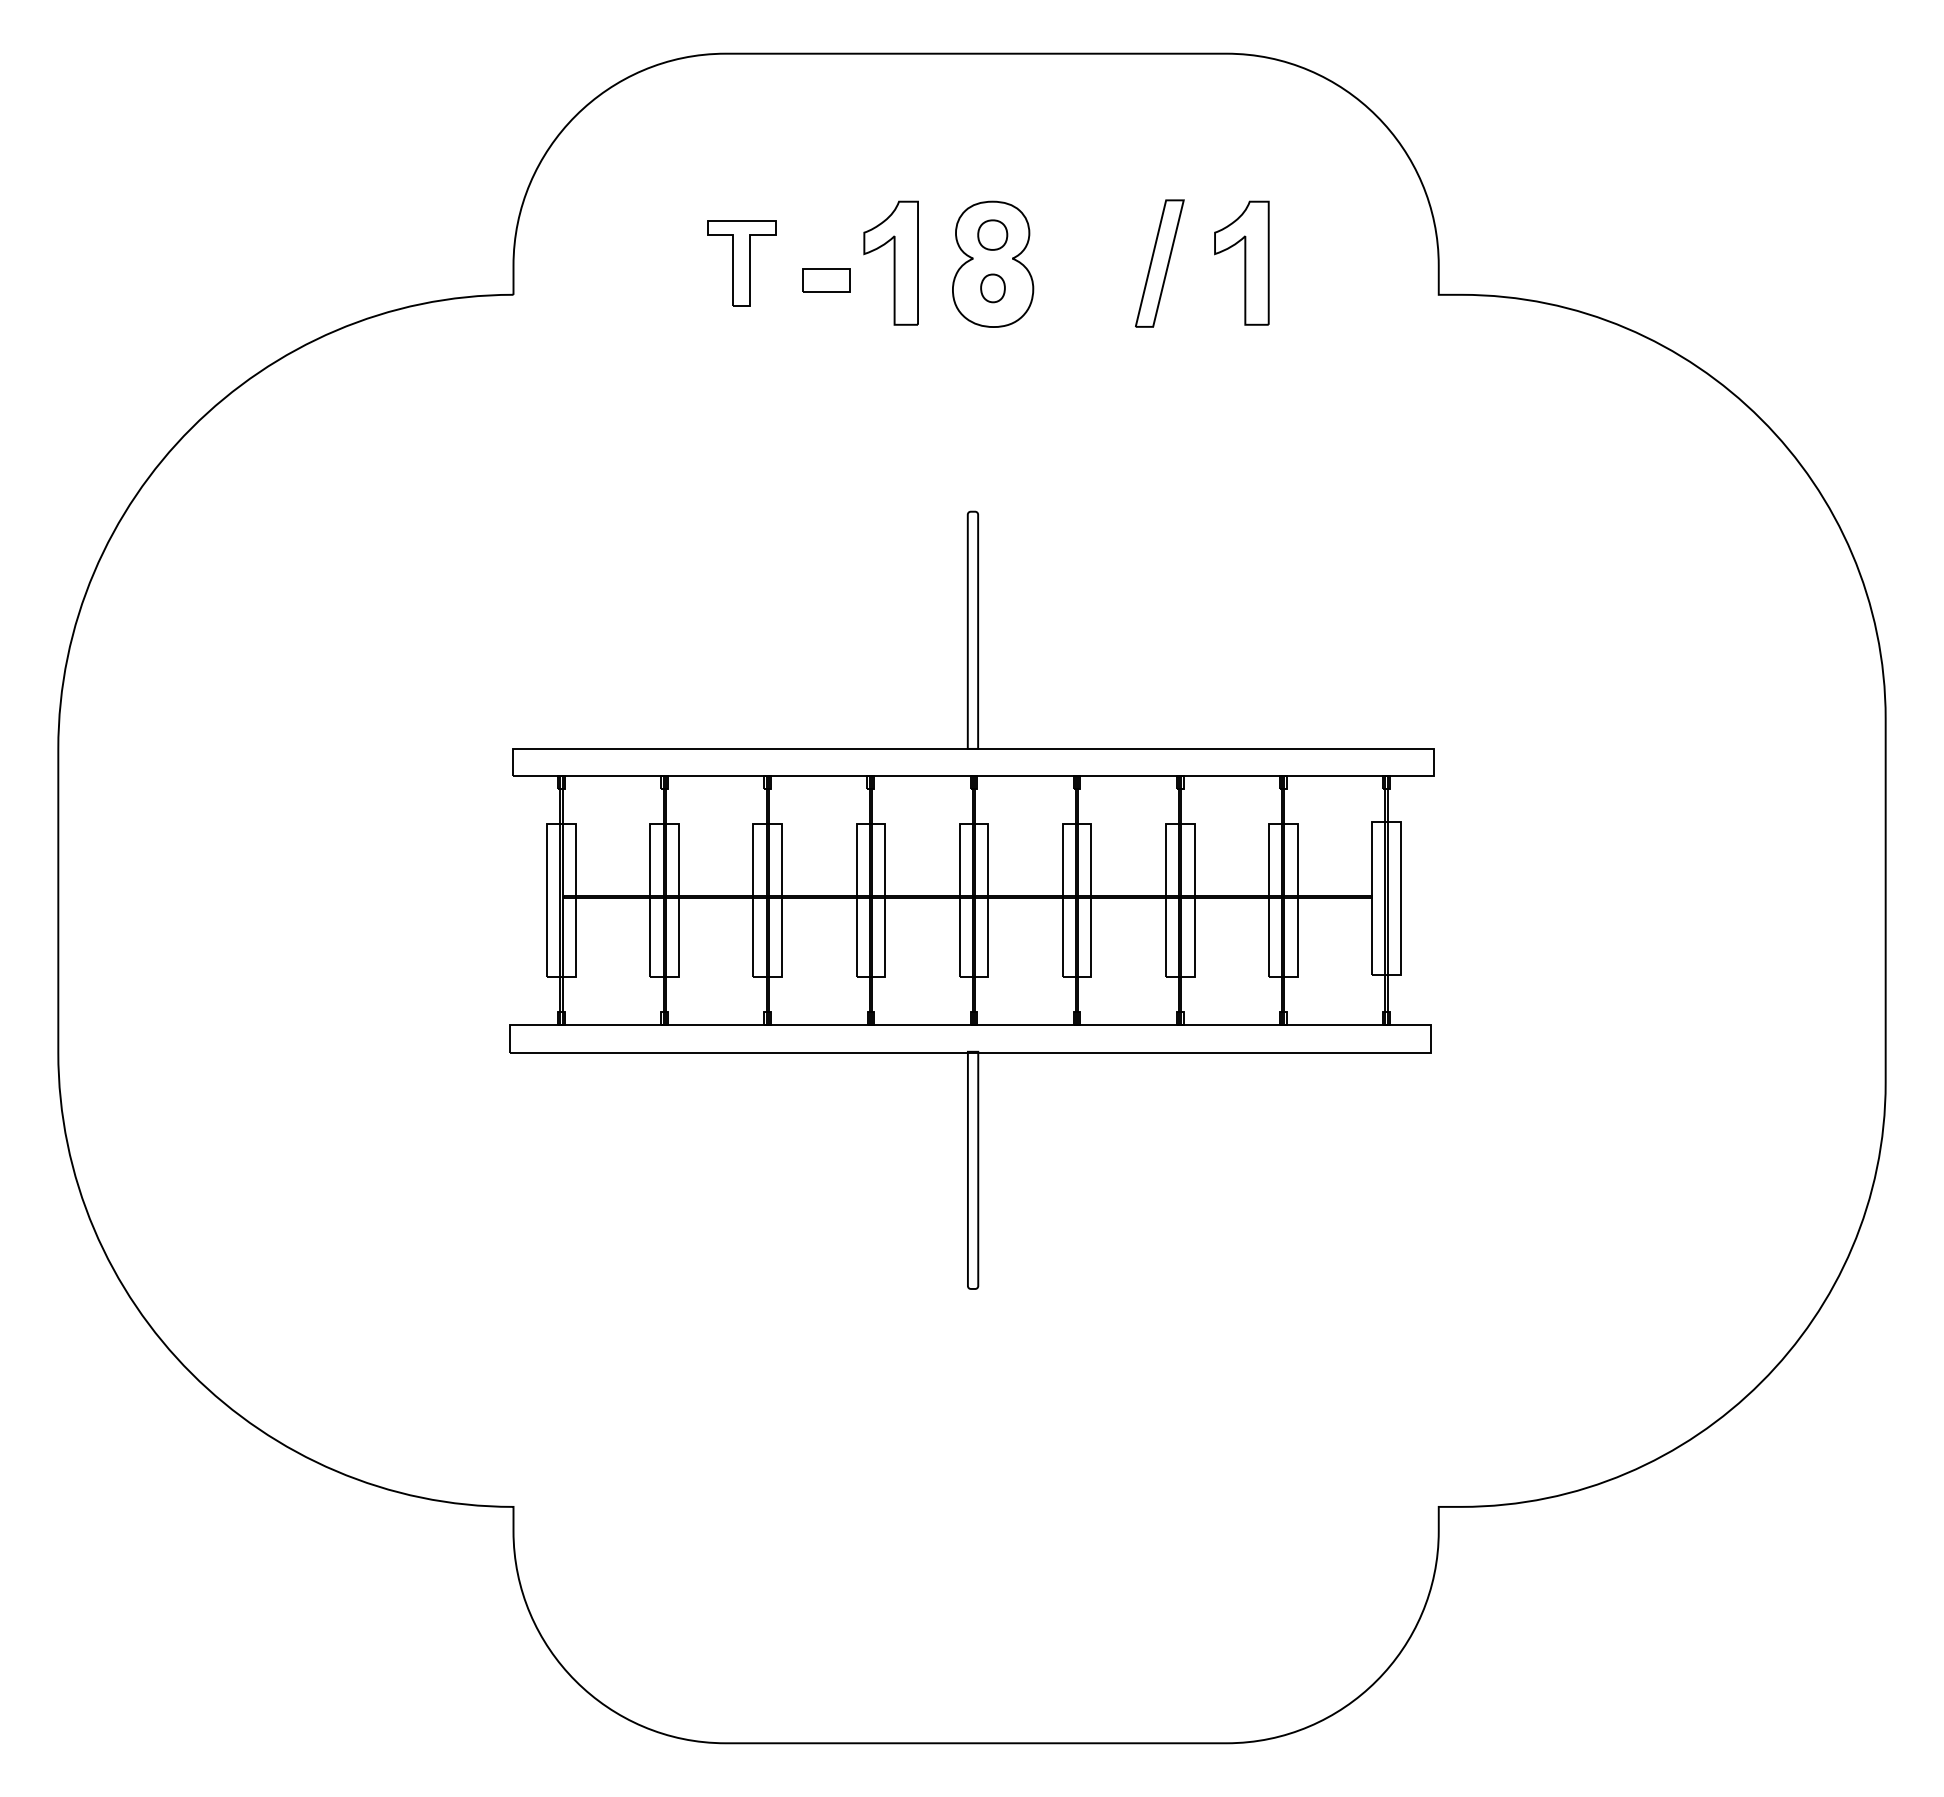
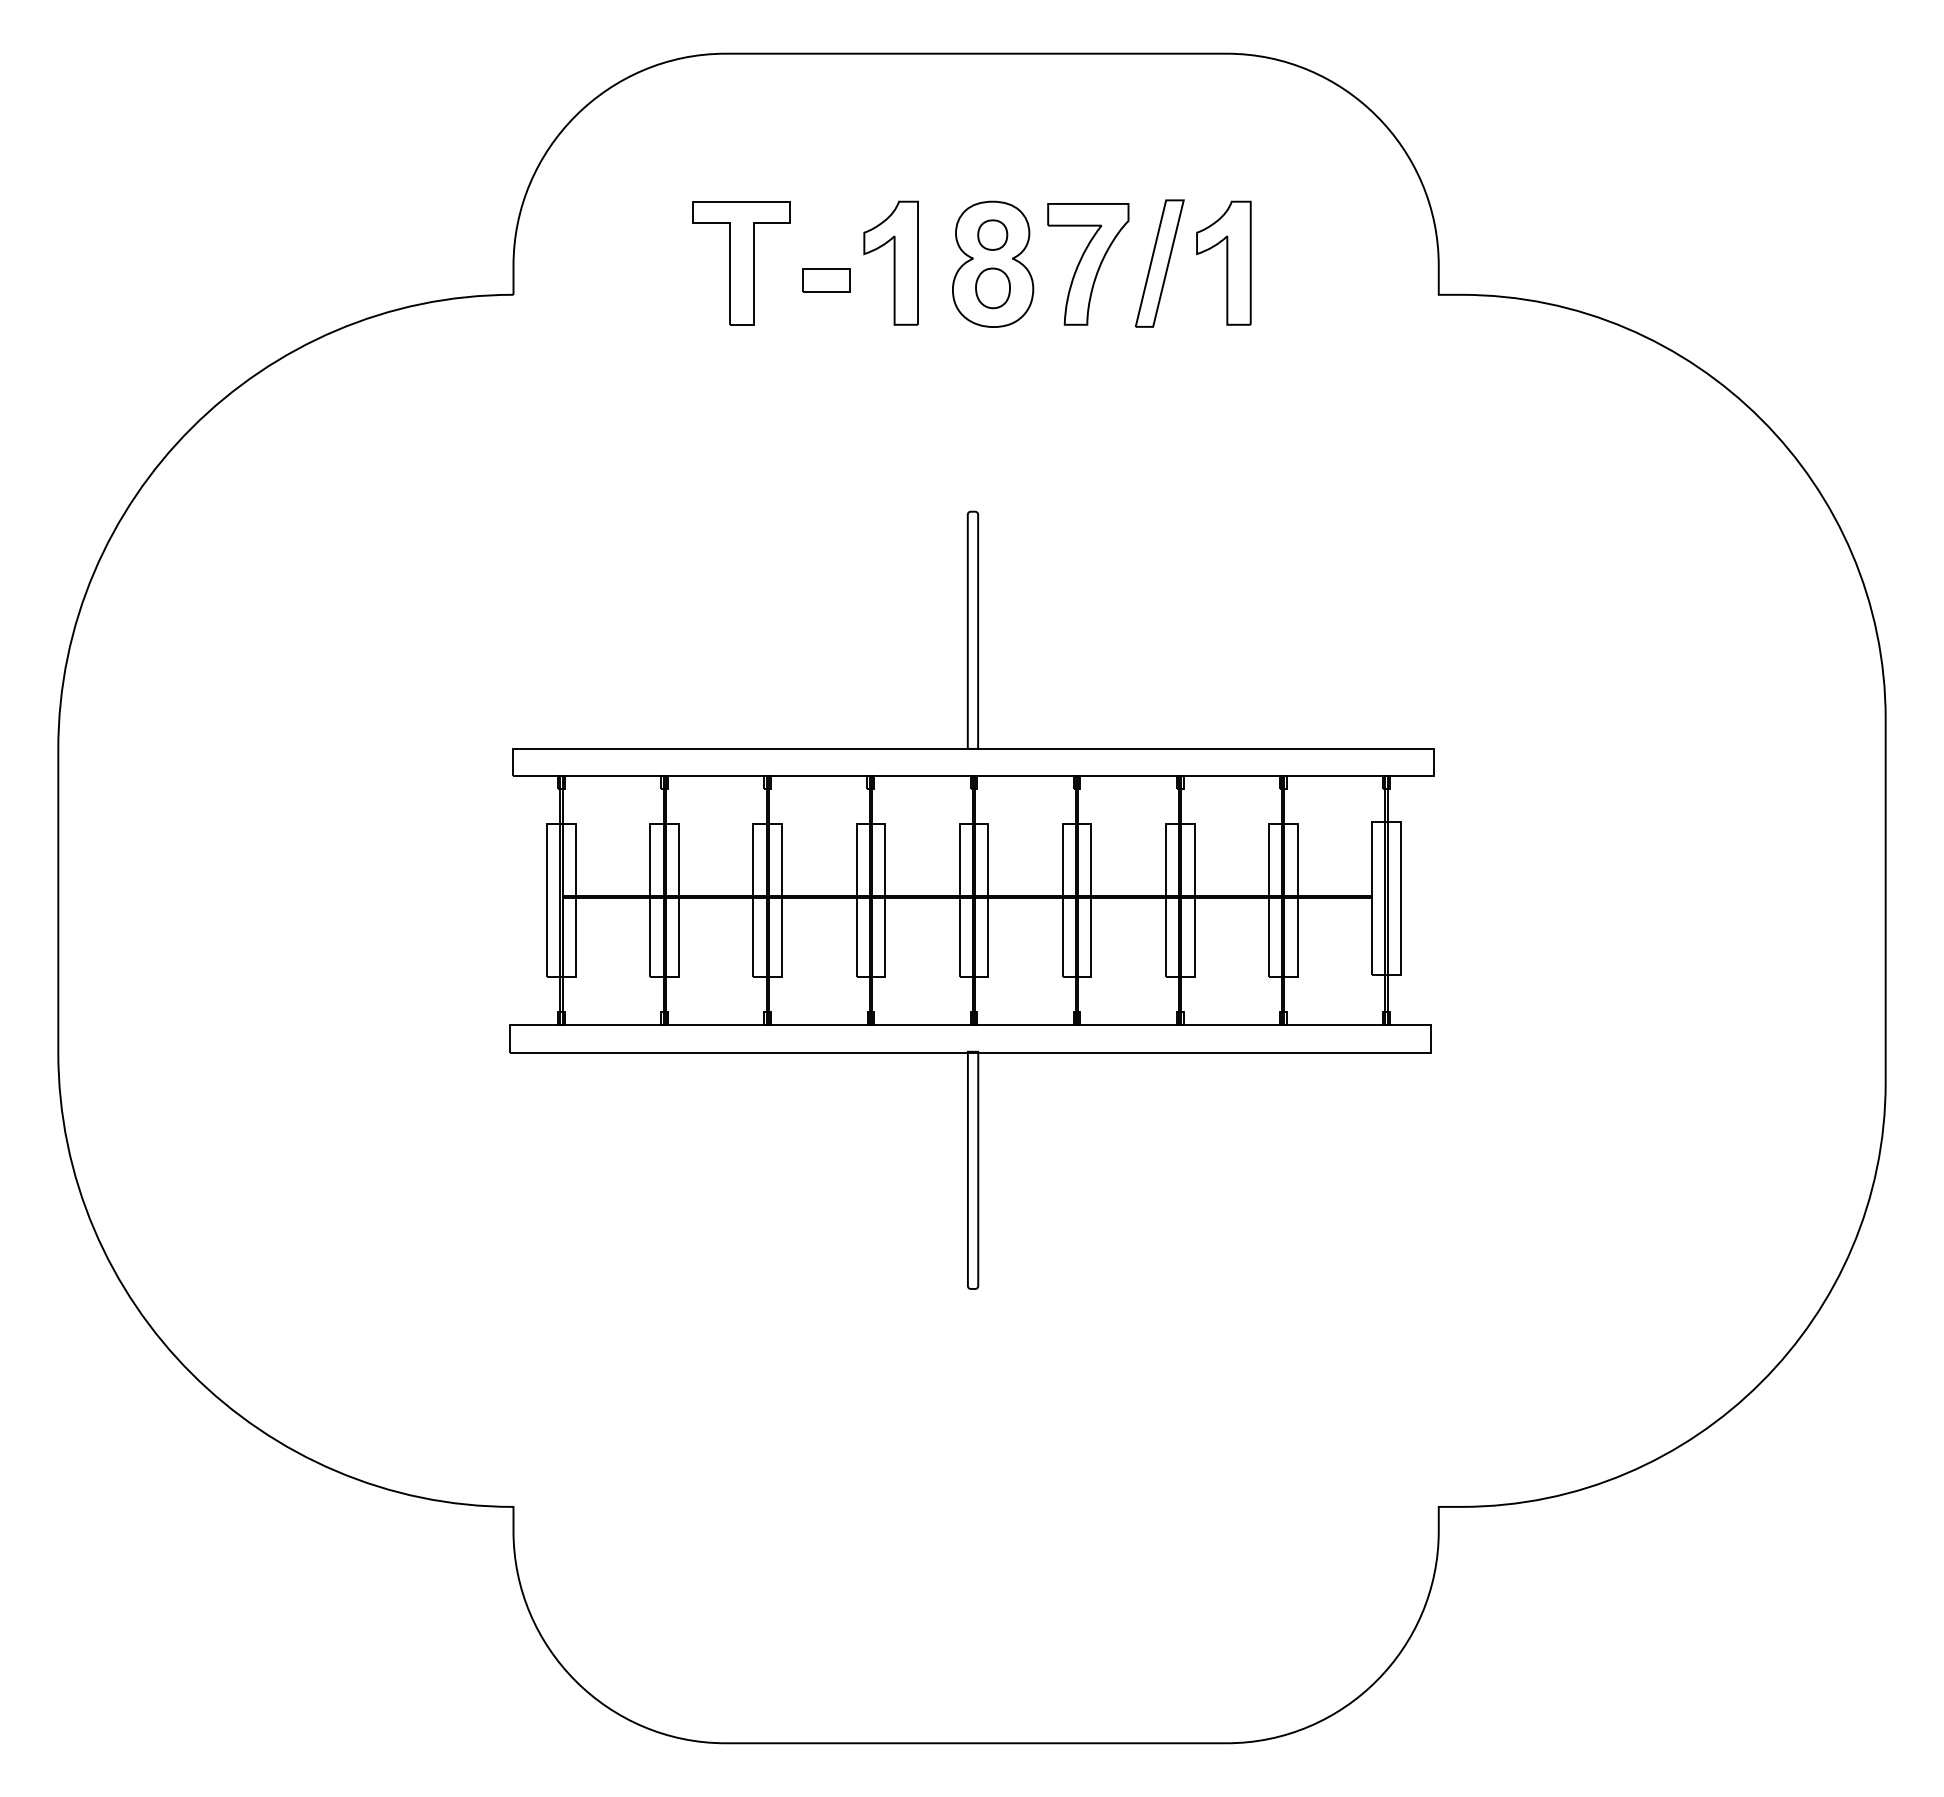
part at (1241, 262) position: (1241, 262) -> (1223, 262)
part at (741, 263) size: 70x87 px -> 99x125 px
part at (1088, 264): none -> present
part at (992, 288) size: 26x31 px -> 36x43 px
